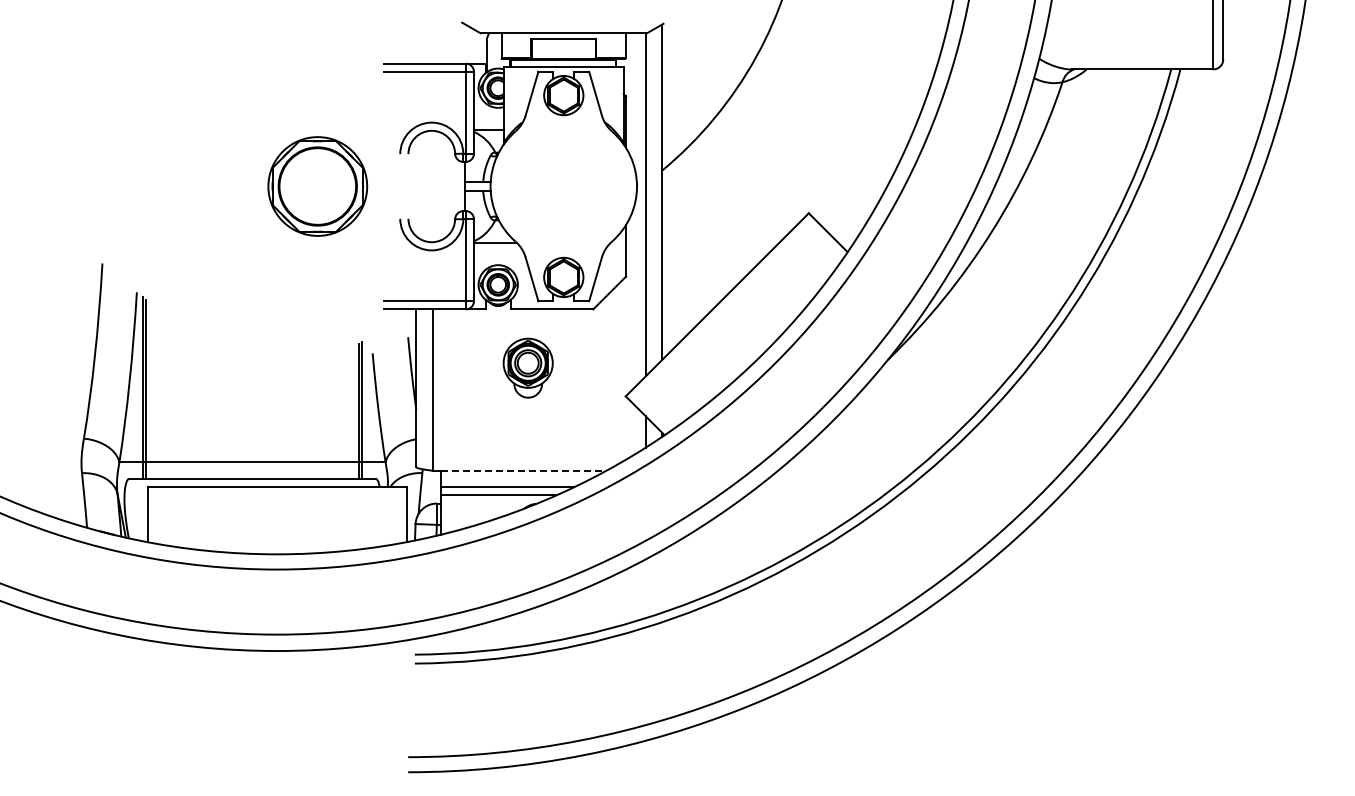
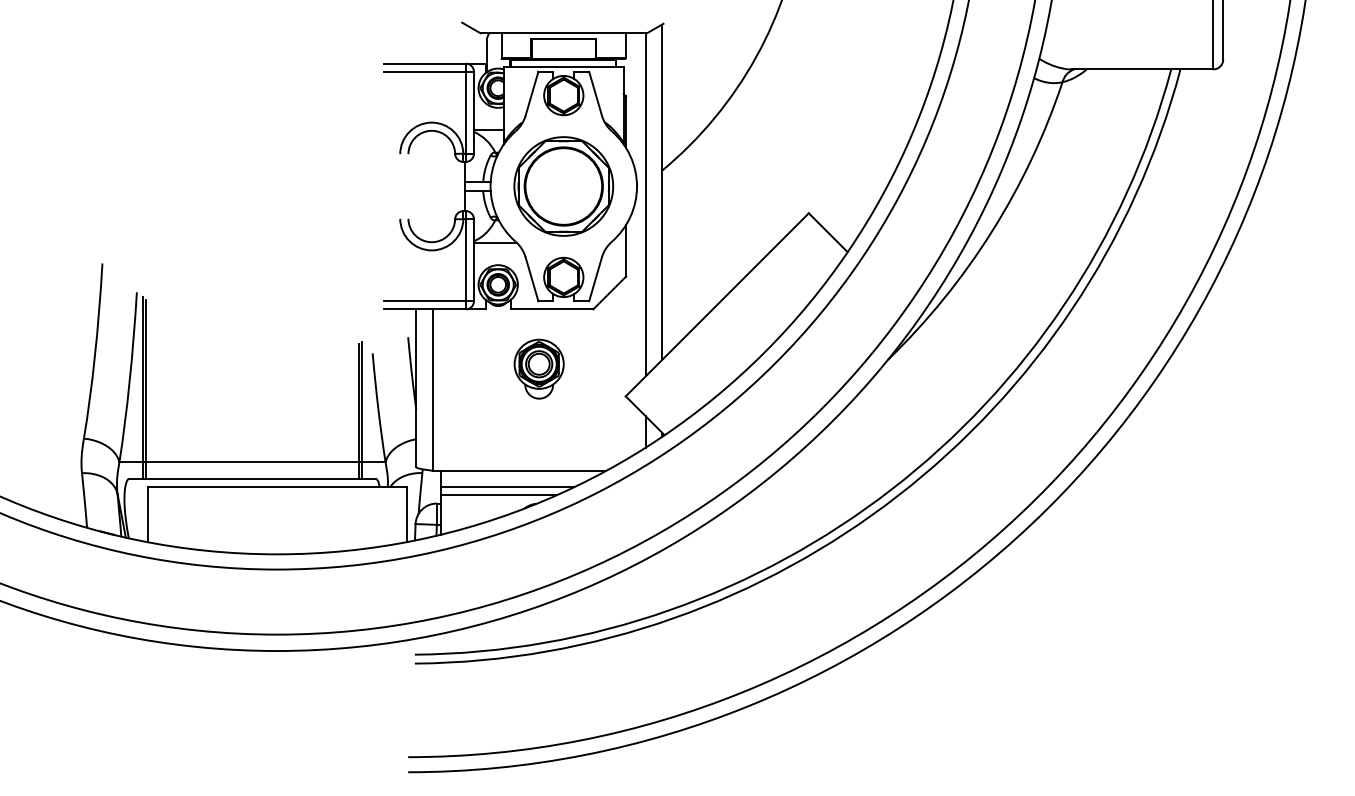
part at (317, 186) position: (317, 186) -> (563, 186)
part at (527, 367) position: (527, 367) -> (538, 368)
line at (523, 470): dashed -> solid
